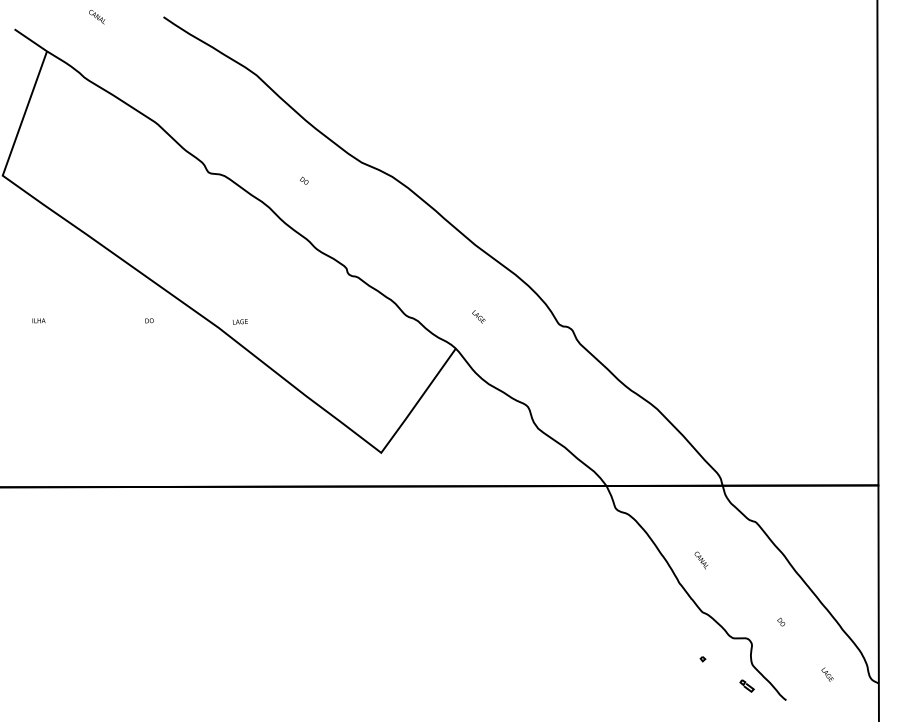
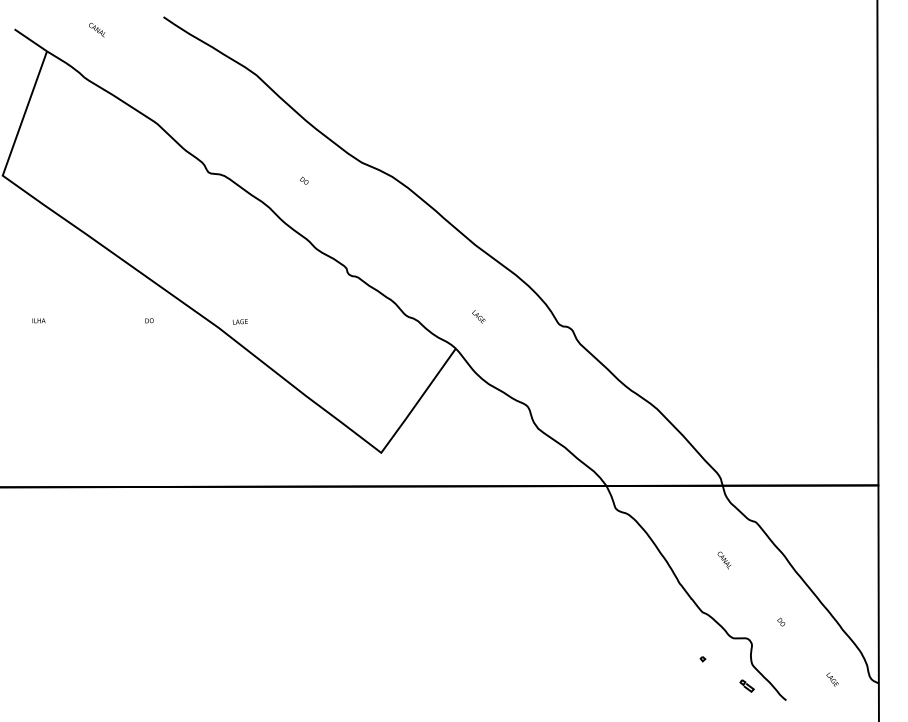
text at (97, 16) position: (97, 16) -> (97, 29)
text at (700, 560) position: (700, 560) -> (723, 560)
text at (827, 674) position: (827, 674) -> (832, 679)
